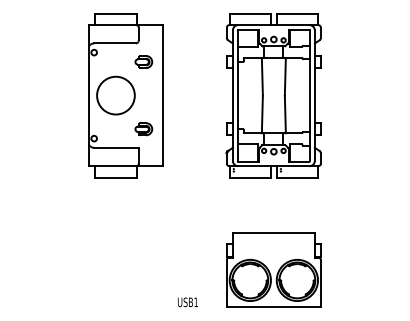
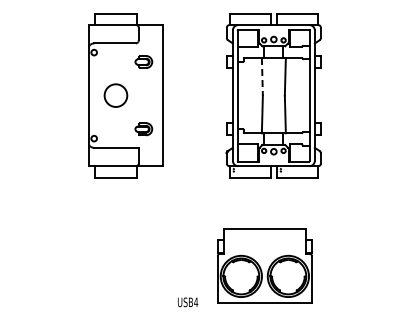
line at (262, 76): solid -> dashed
circle at (115, 95) diameter: 38 px -> 23 px
part at (273, 269) position: (273, 269) -> (264, 265)
text at (196, 301): USB1 -> USB4
